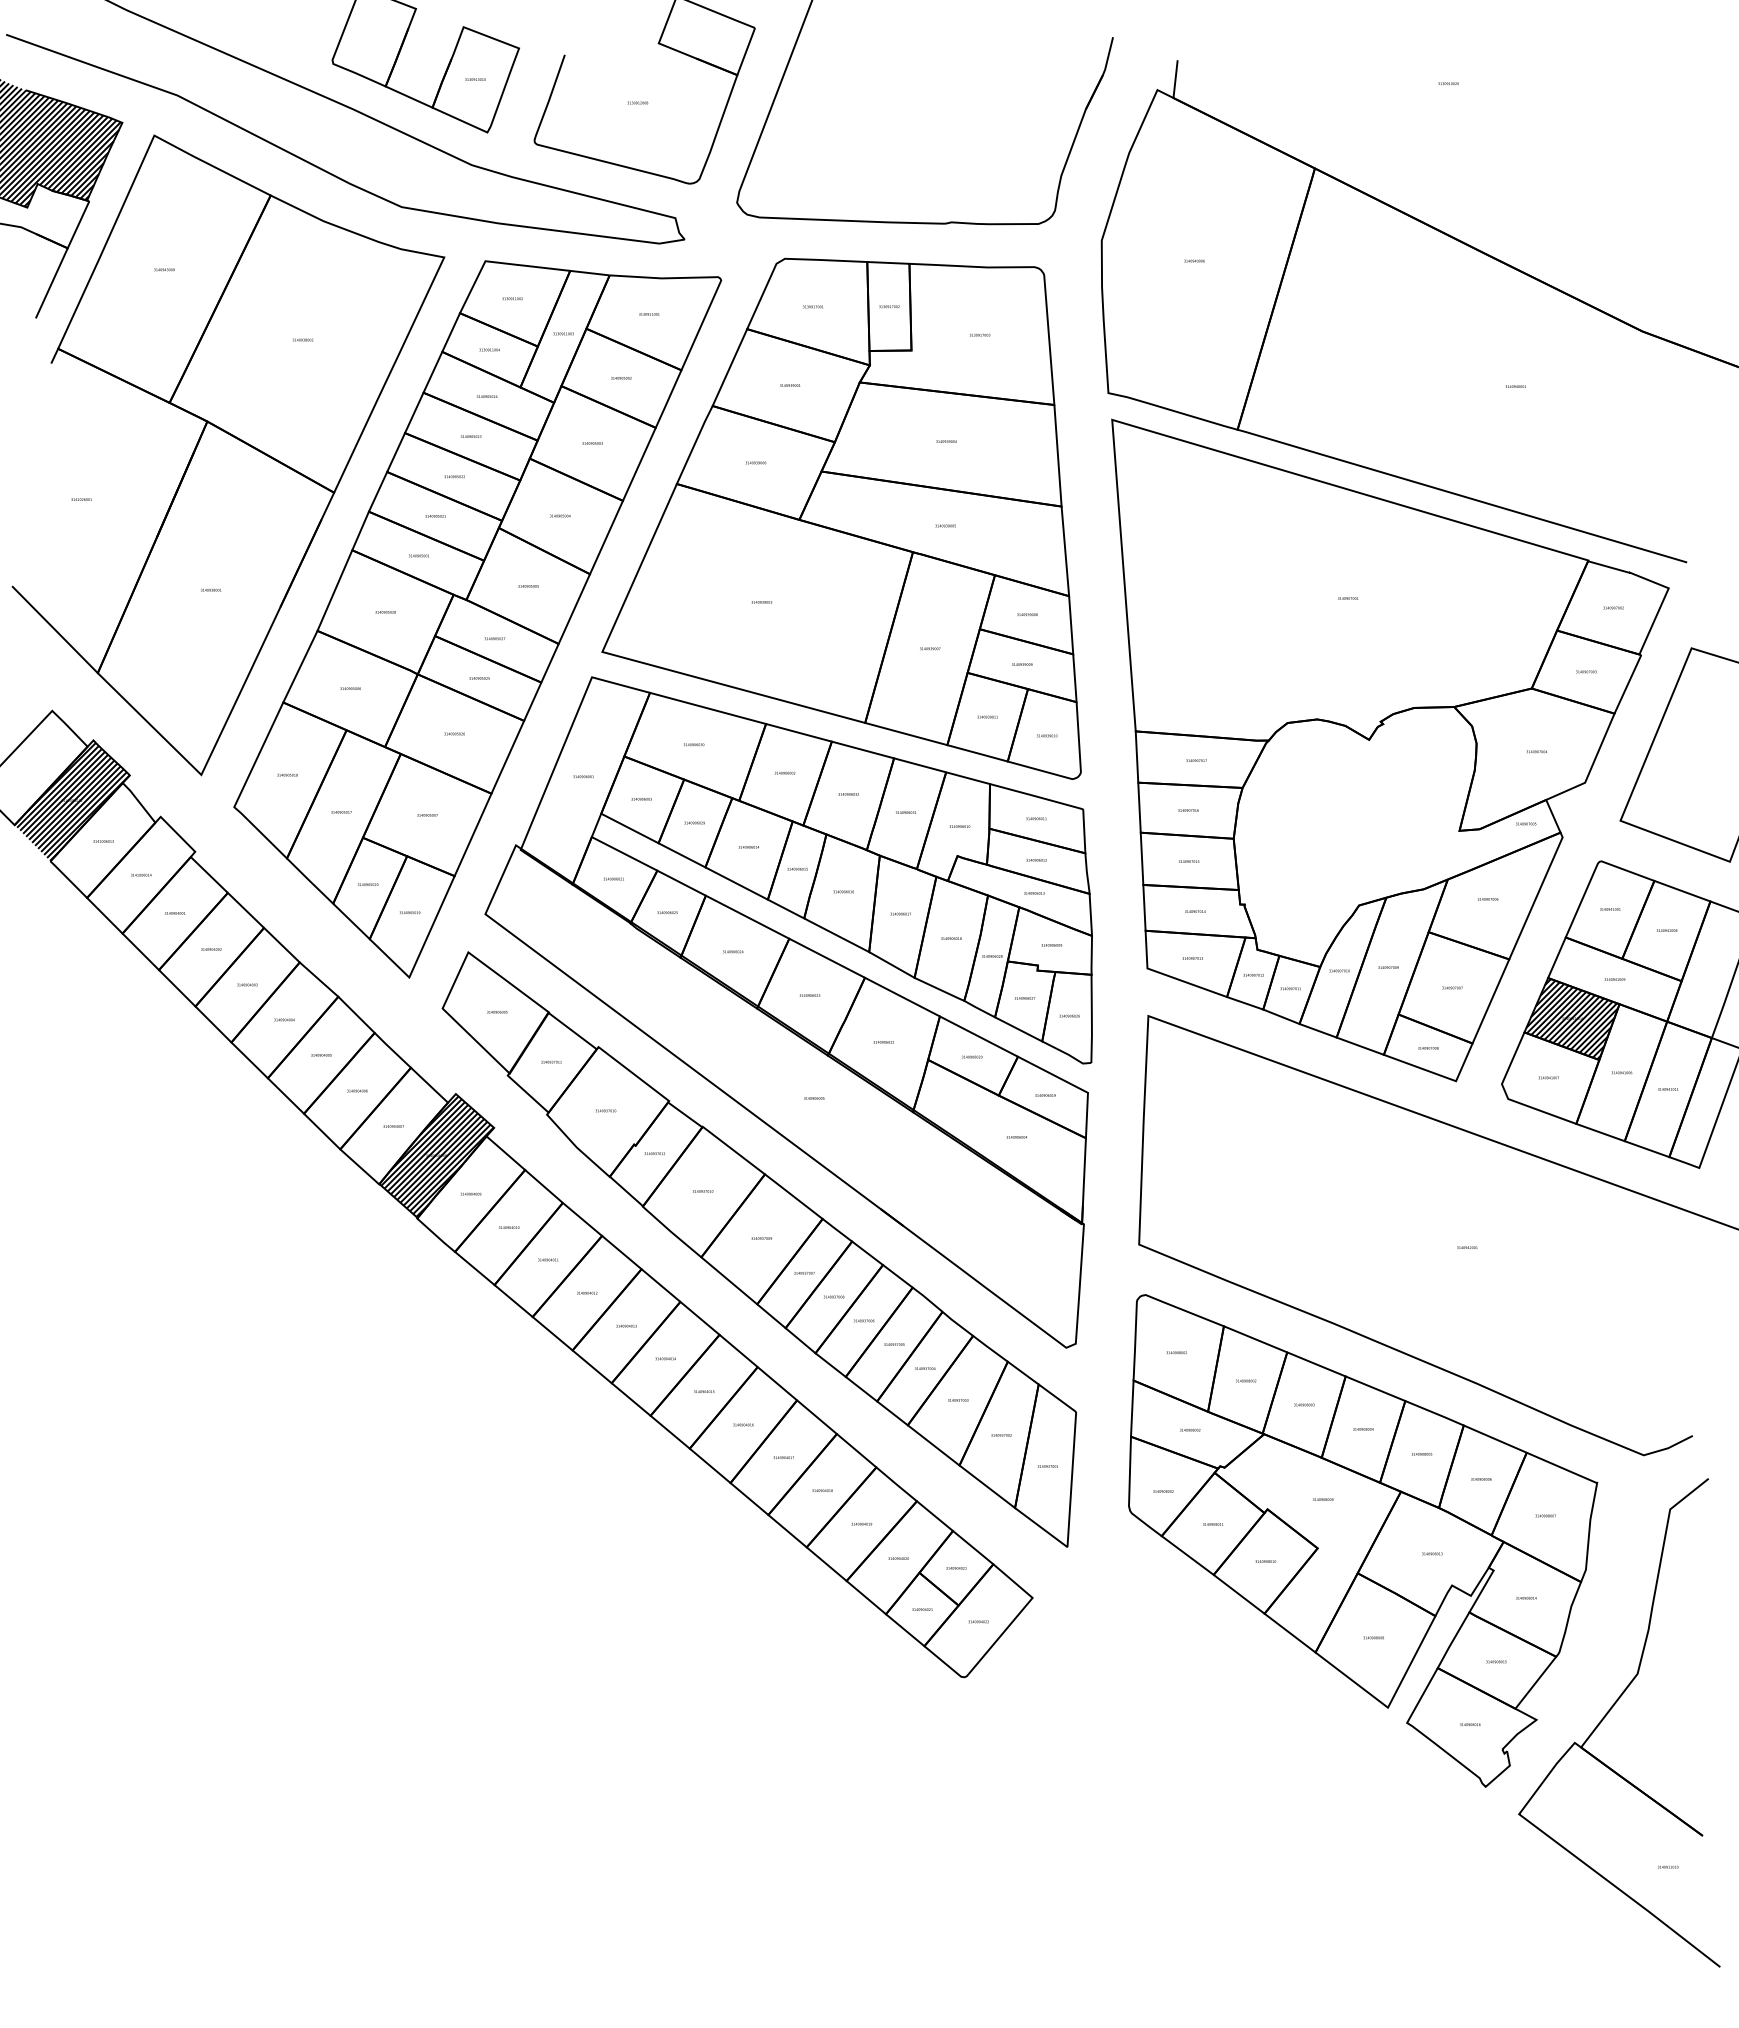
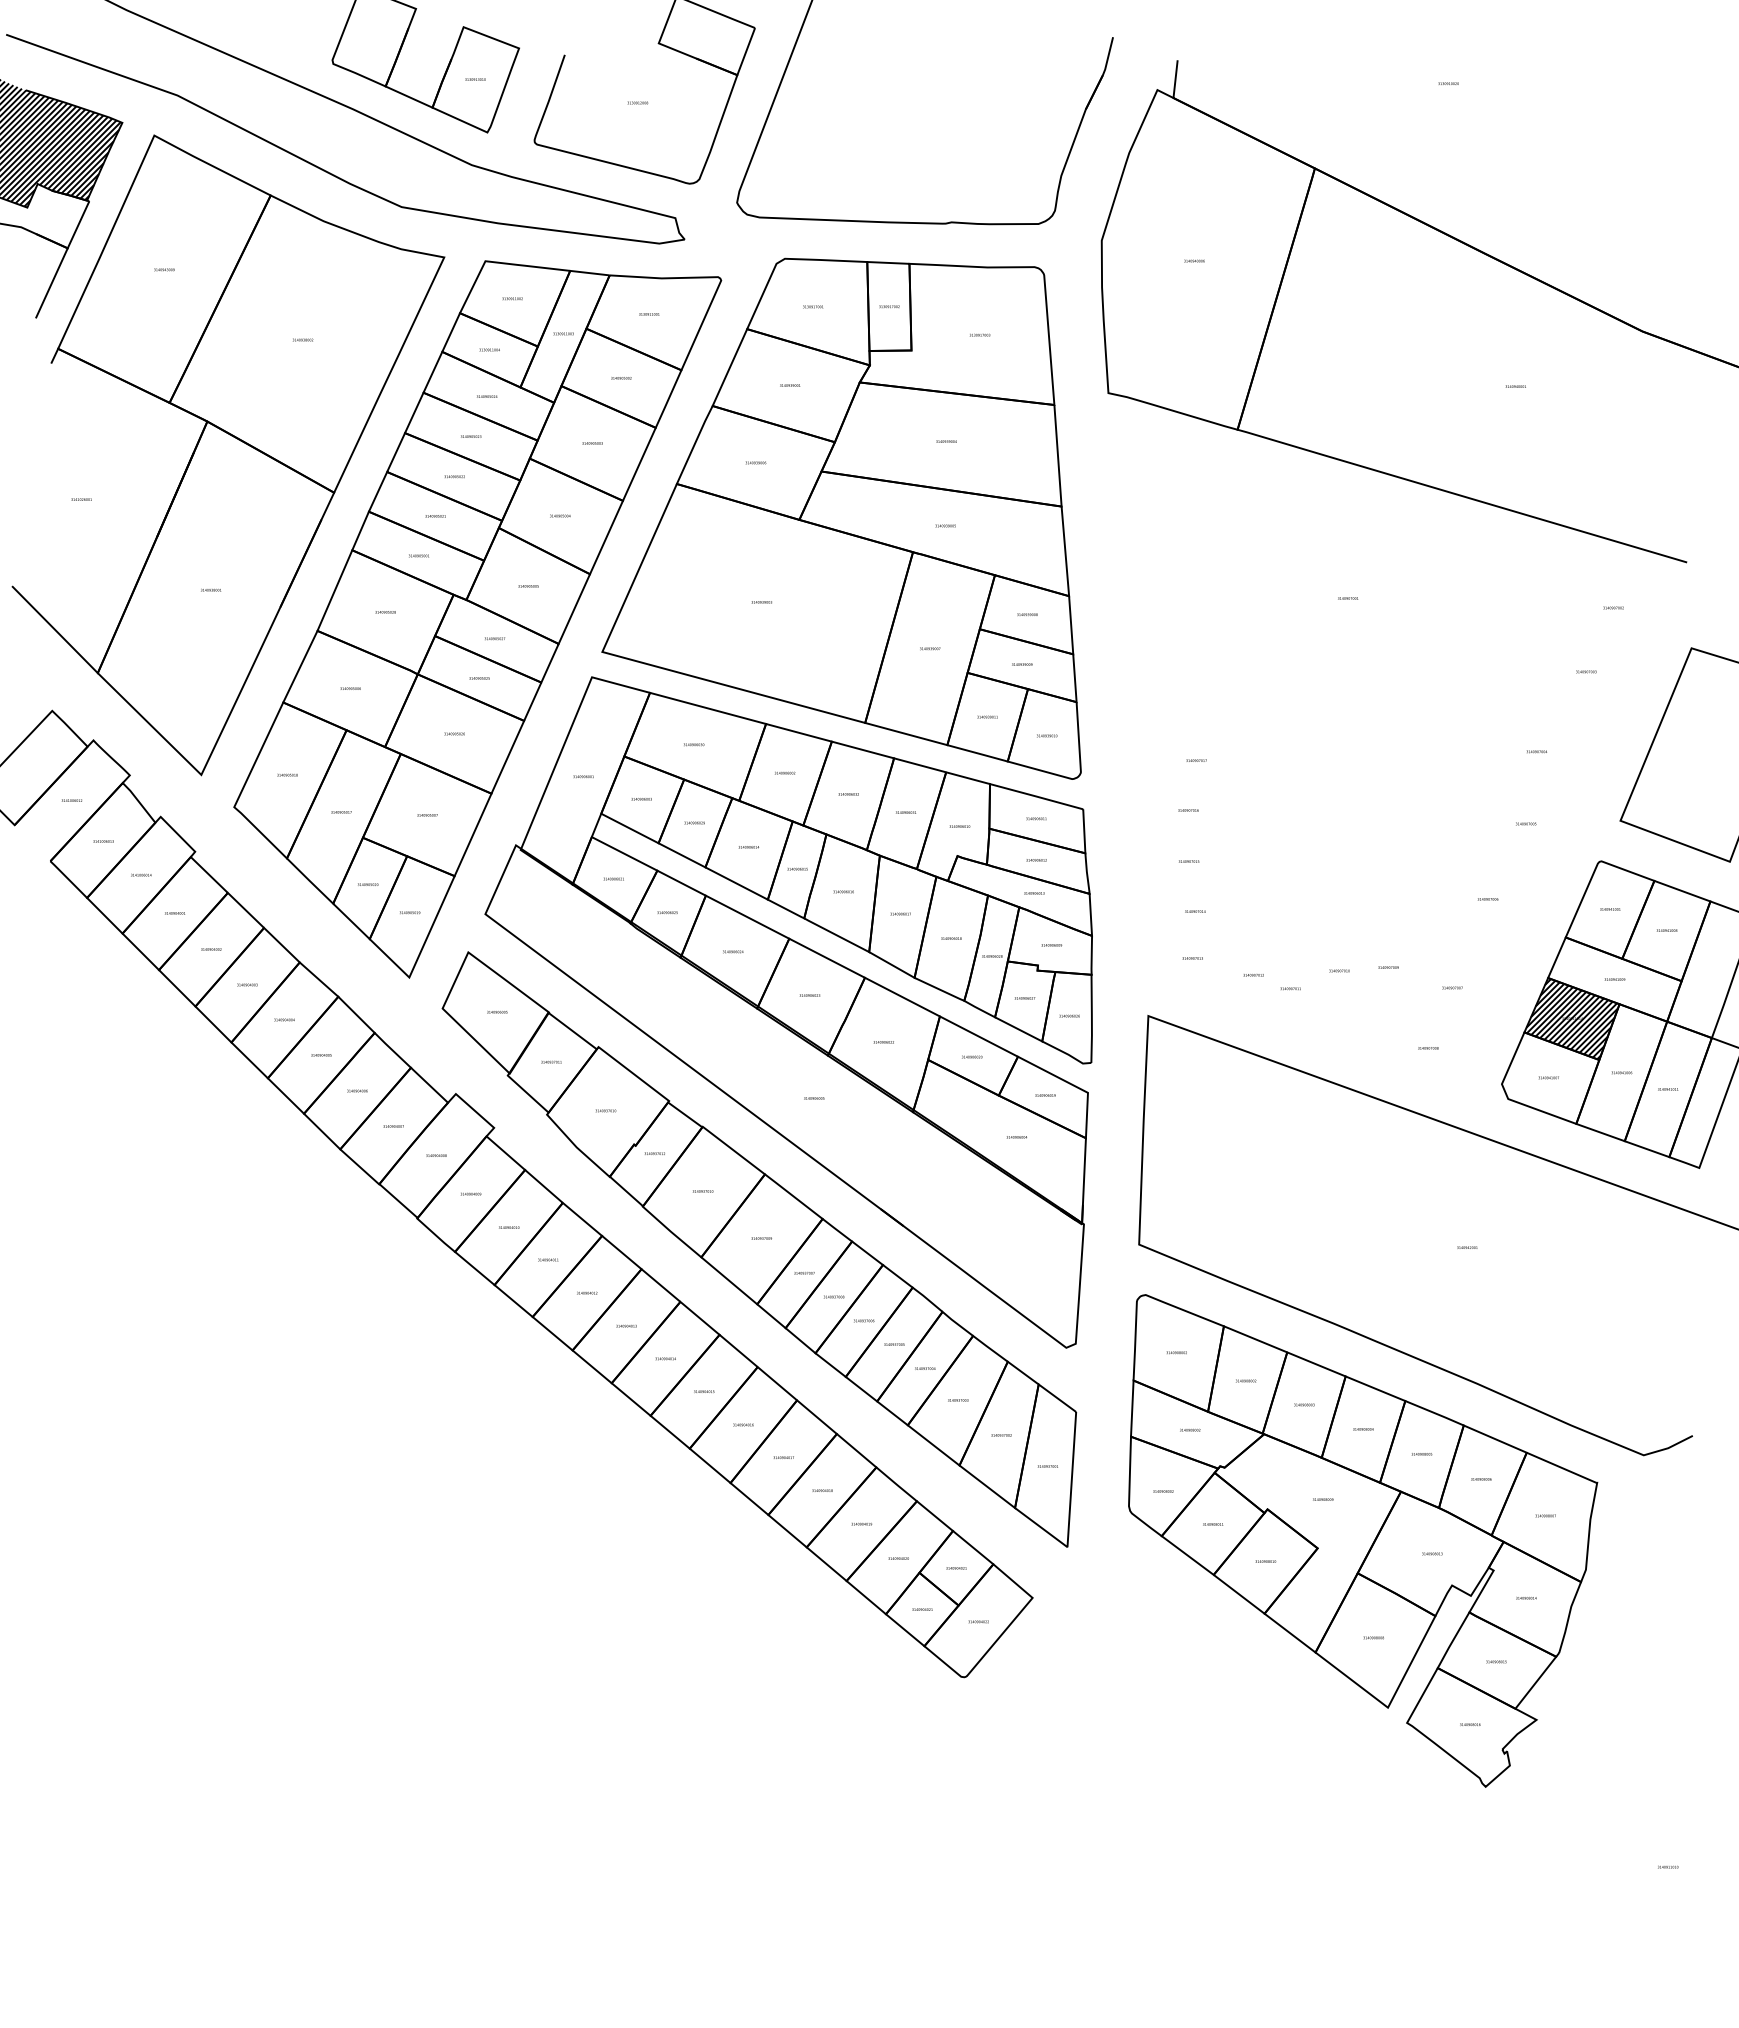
part at (1390, 750): present -> none
hatch at (73, 801): present -> none
hatch at (437, 1156): present -> none
part at (1609, 1712): present -> none
